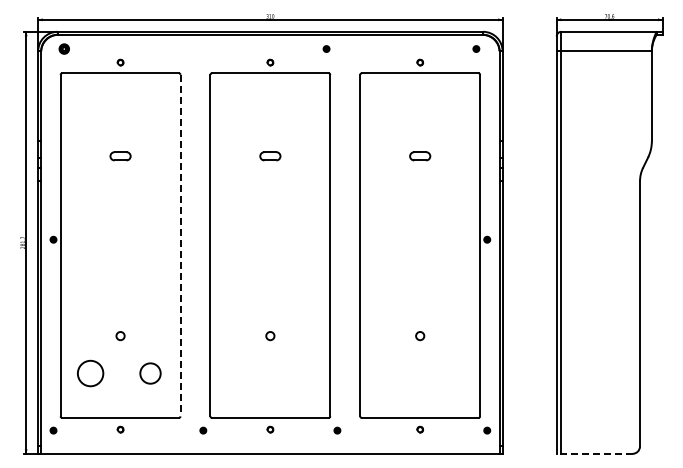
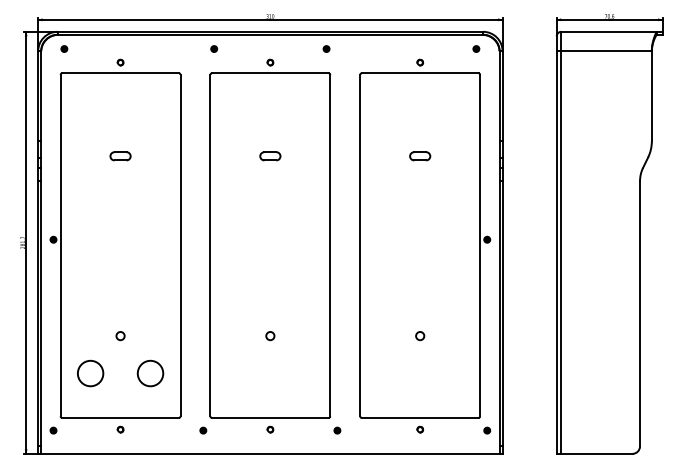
part at (63, 48) size: 12x12 px -> 9x8 px
part at (214, 48): none -> present
line at (180, 245): dashed -> solid
circle at (150, 373) size: 23x23 px -> 29x29 px
line at (594, 453): dashed -> solid
